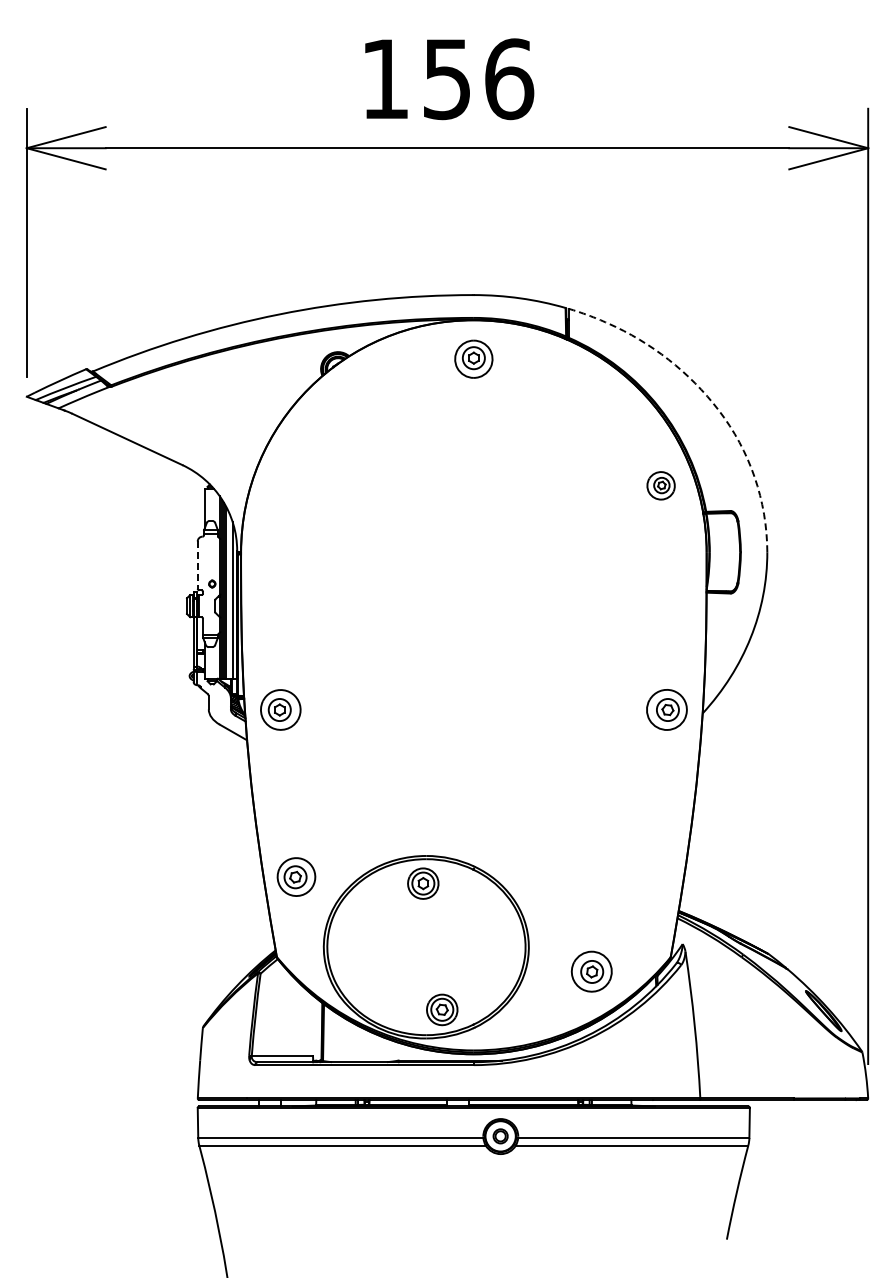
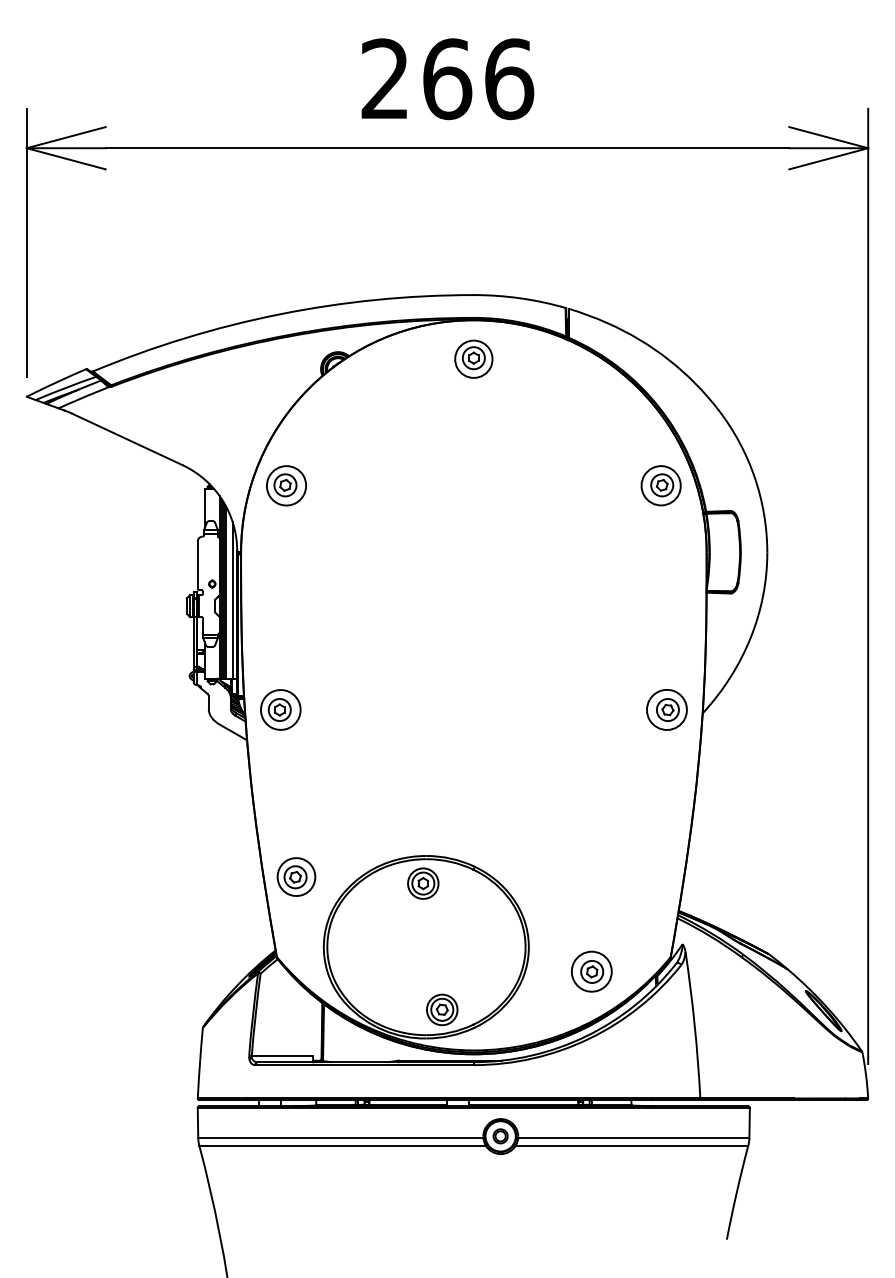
text at (416, 79): 156 -> 266
line at (709, 398): dashed -> solid
part at (286, 485): none -> present
part at (660, 485) size: 30x30 px -> 42x42 px
line at (197, 565): dashed -> solid
